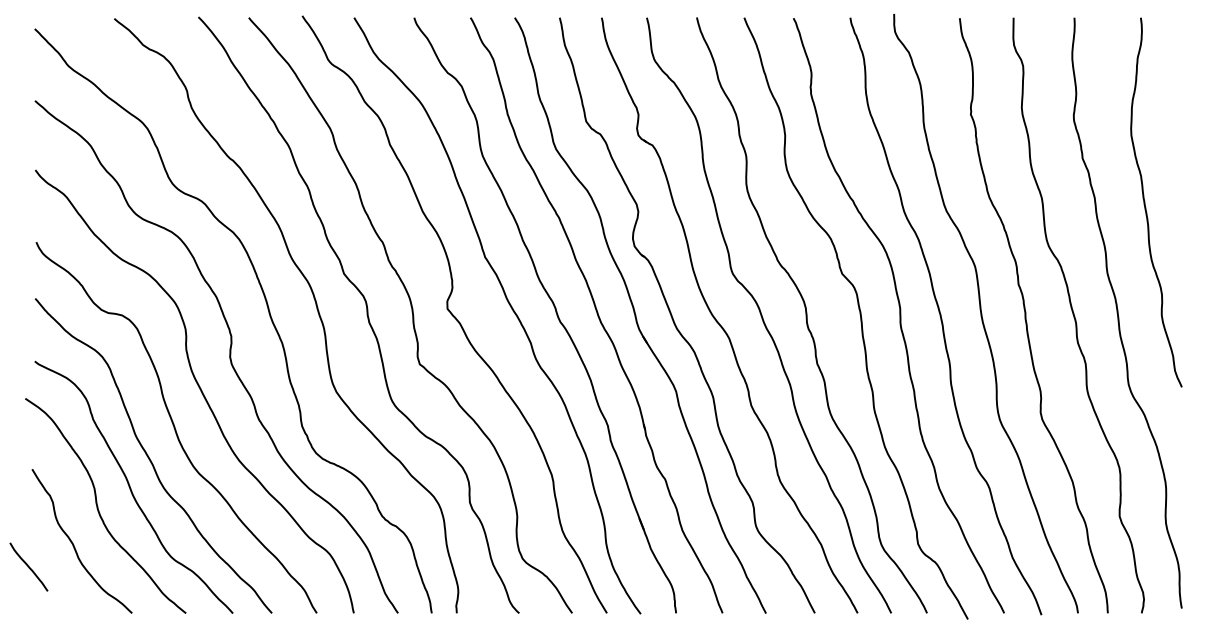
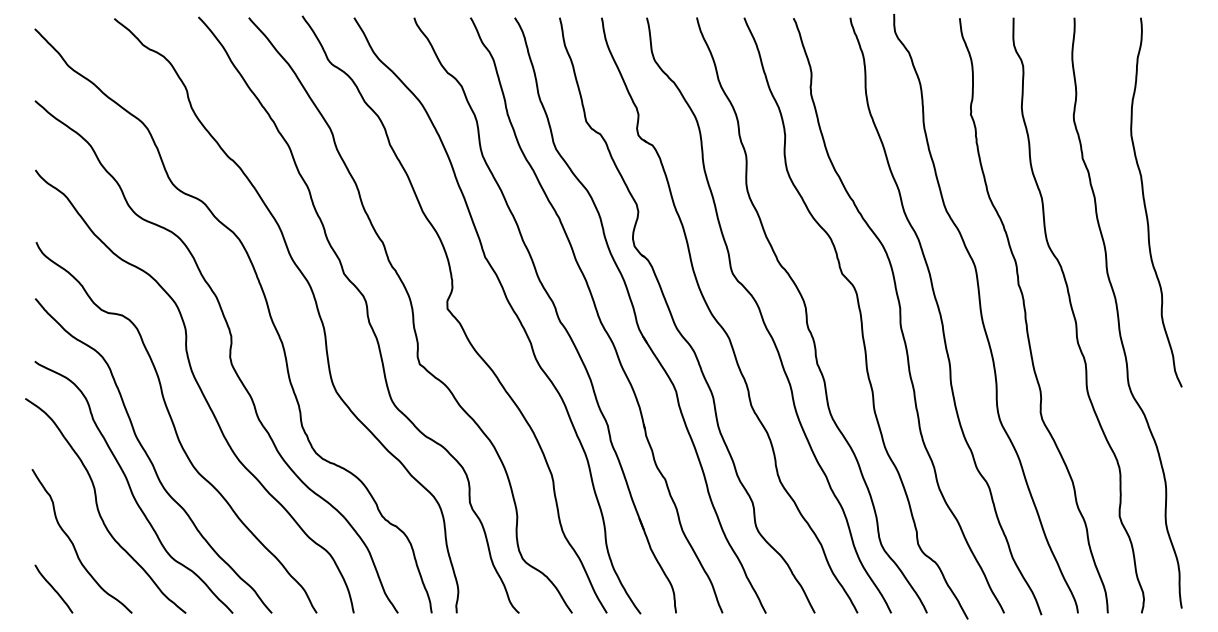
curve at (28, 566) position: (28, 566) -> (53, 588)
